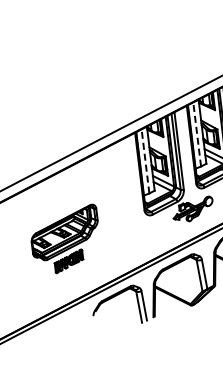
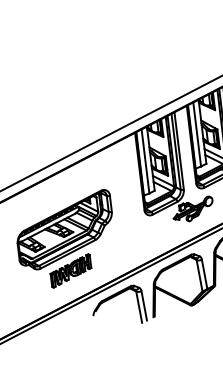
line at (197, 134): dashed -> solid
line at (145, 160): dashed -> solid
part at (64, 238) size: 69x72 px -> 97x100 px
